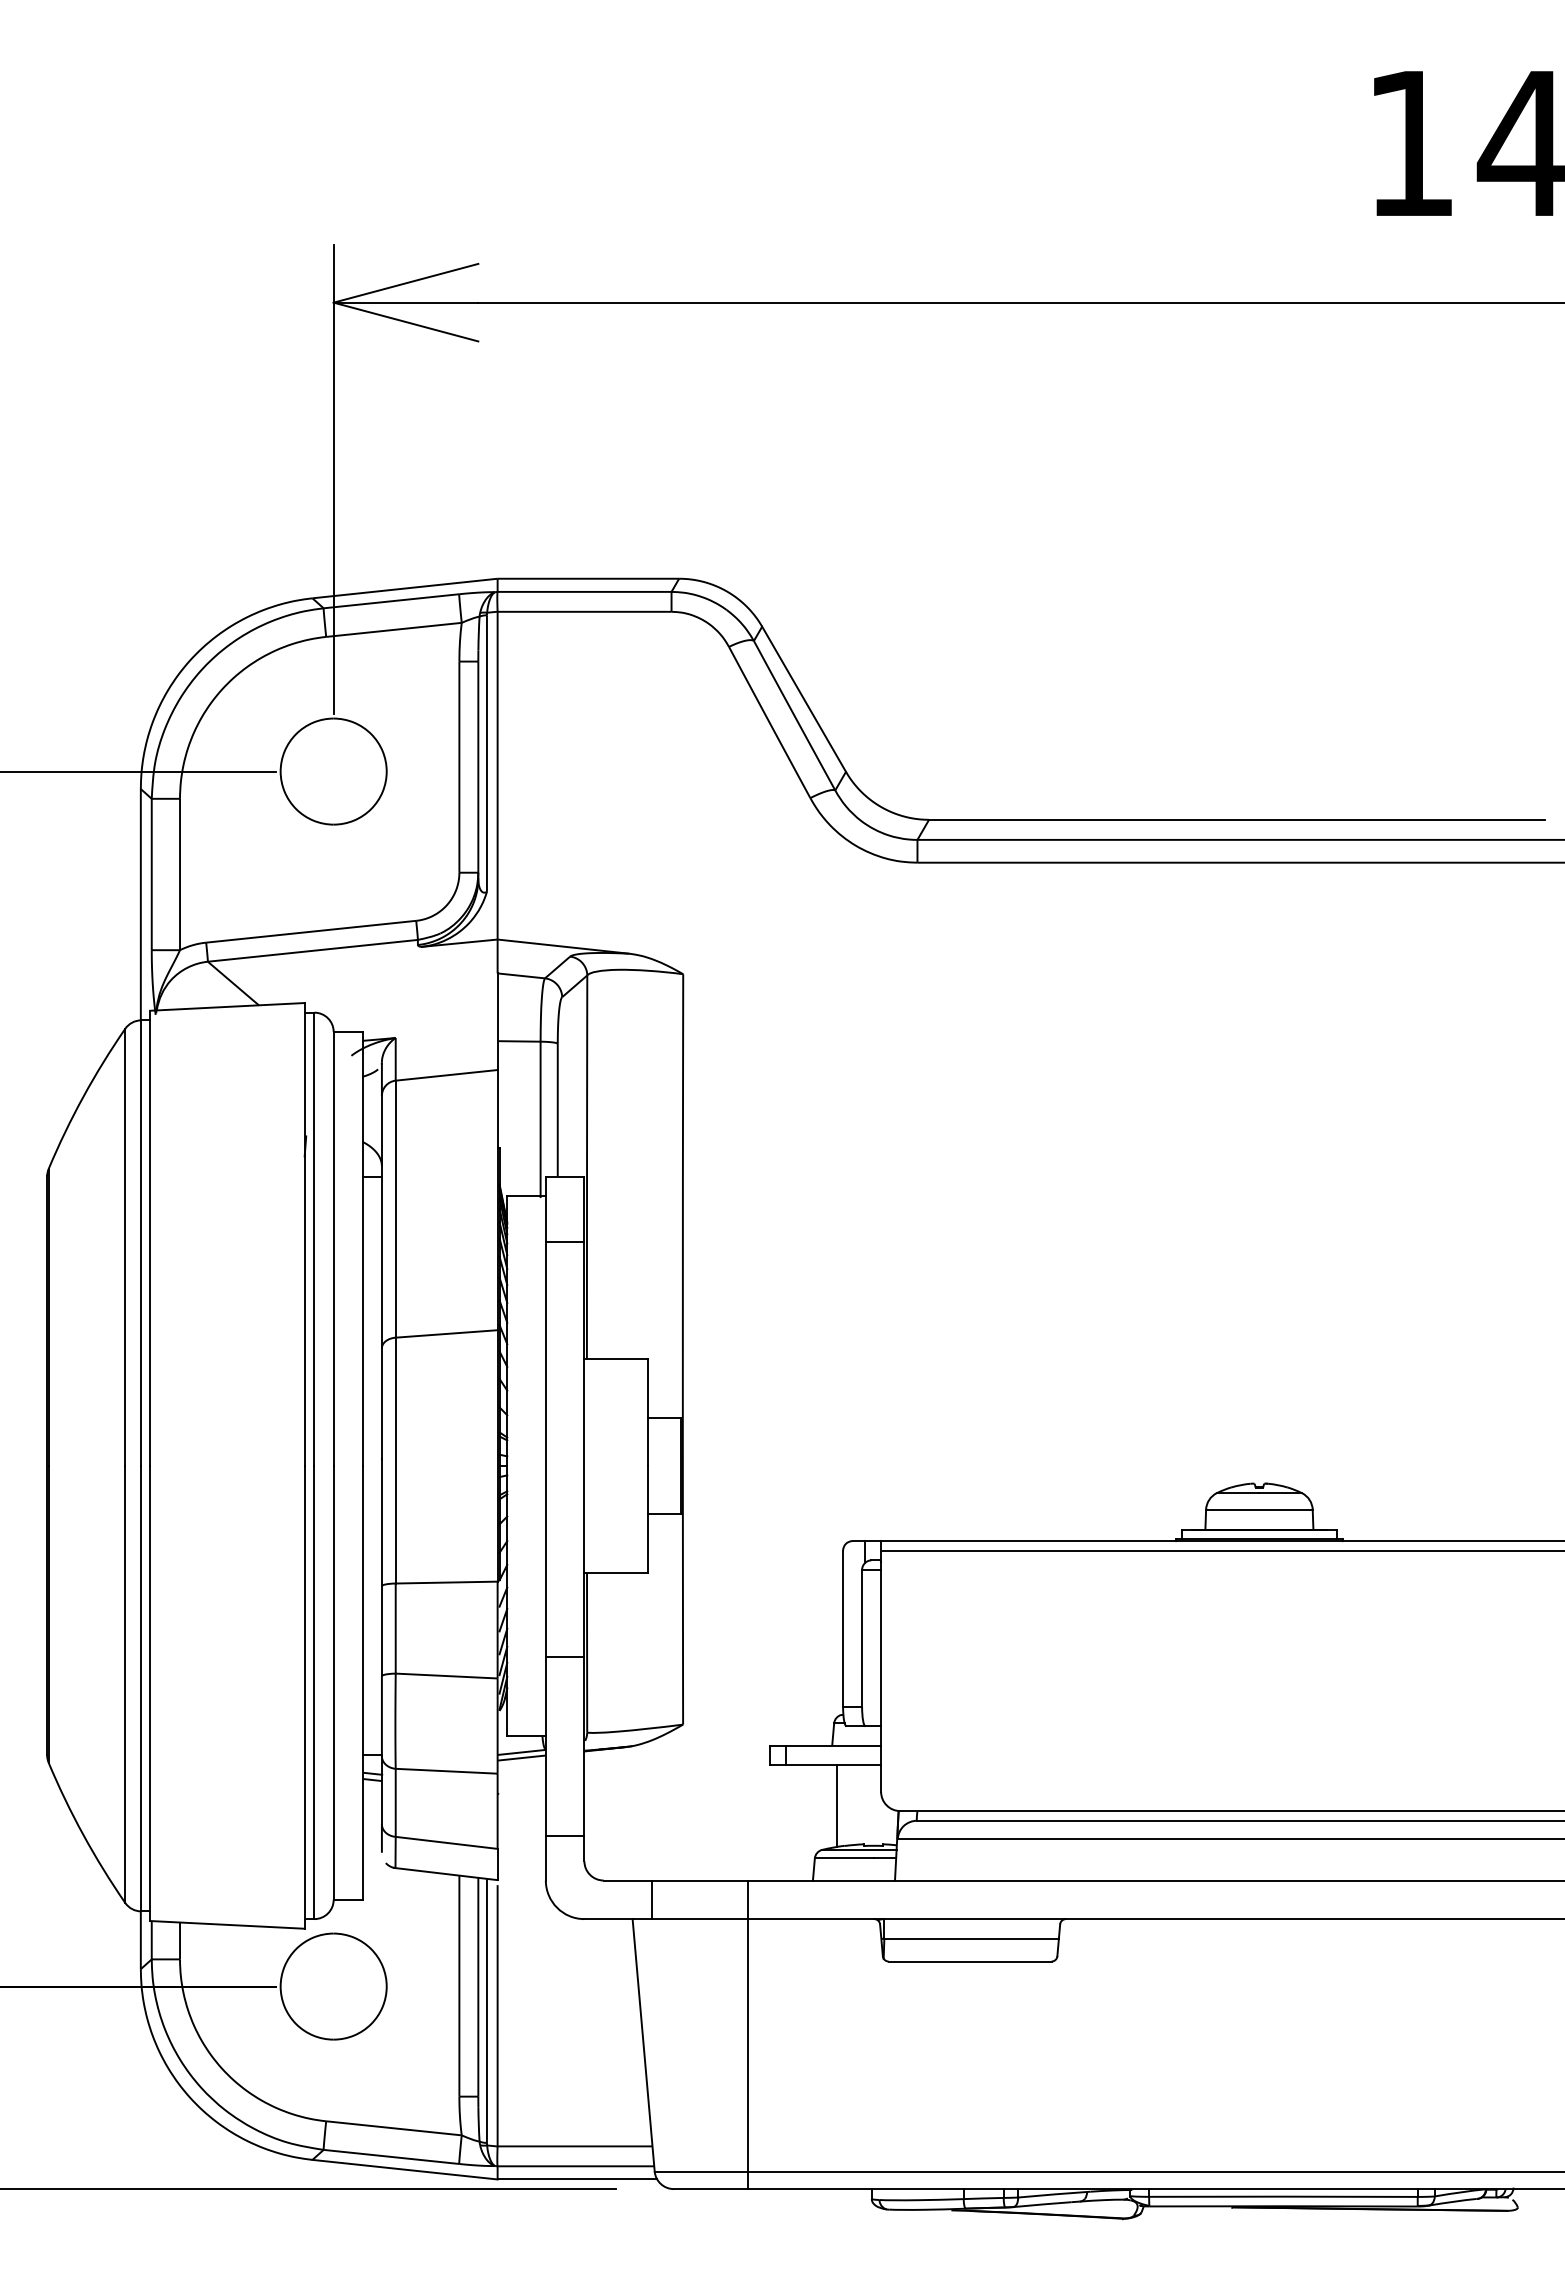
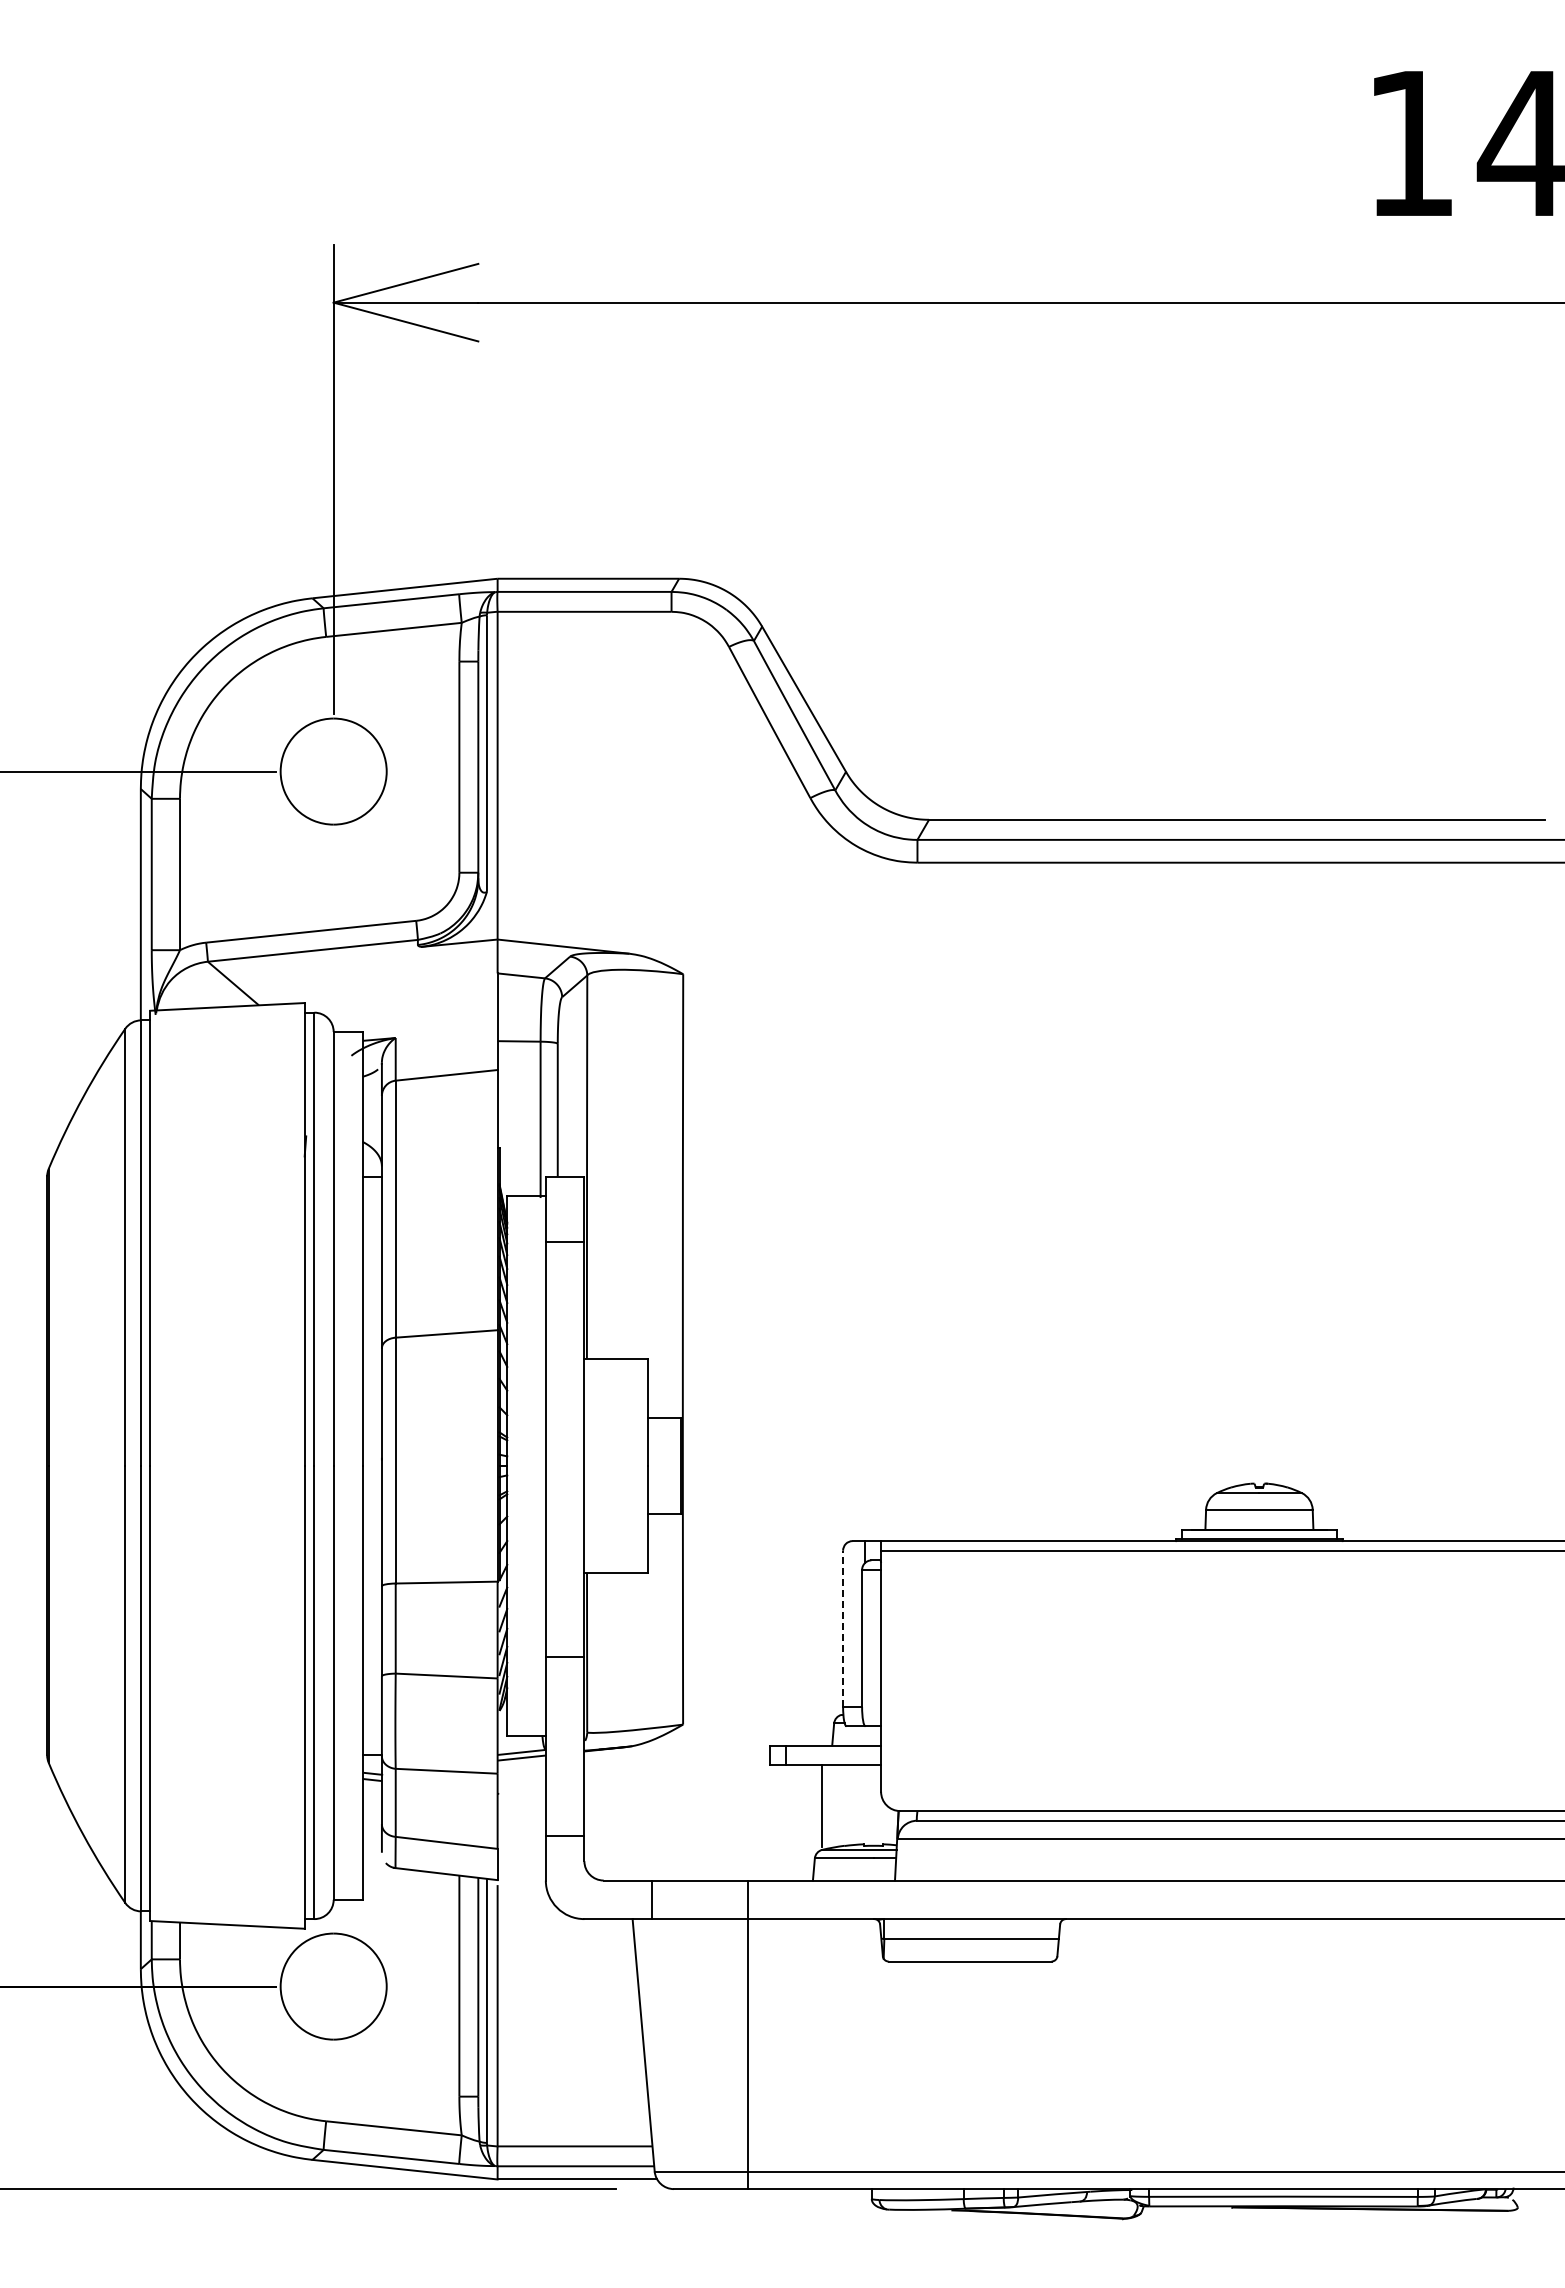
line at (843, 1628): solid -> dashed
line at (836, 1805) position: (836, 1805) -> (821, 1805)
